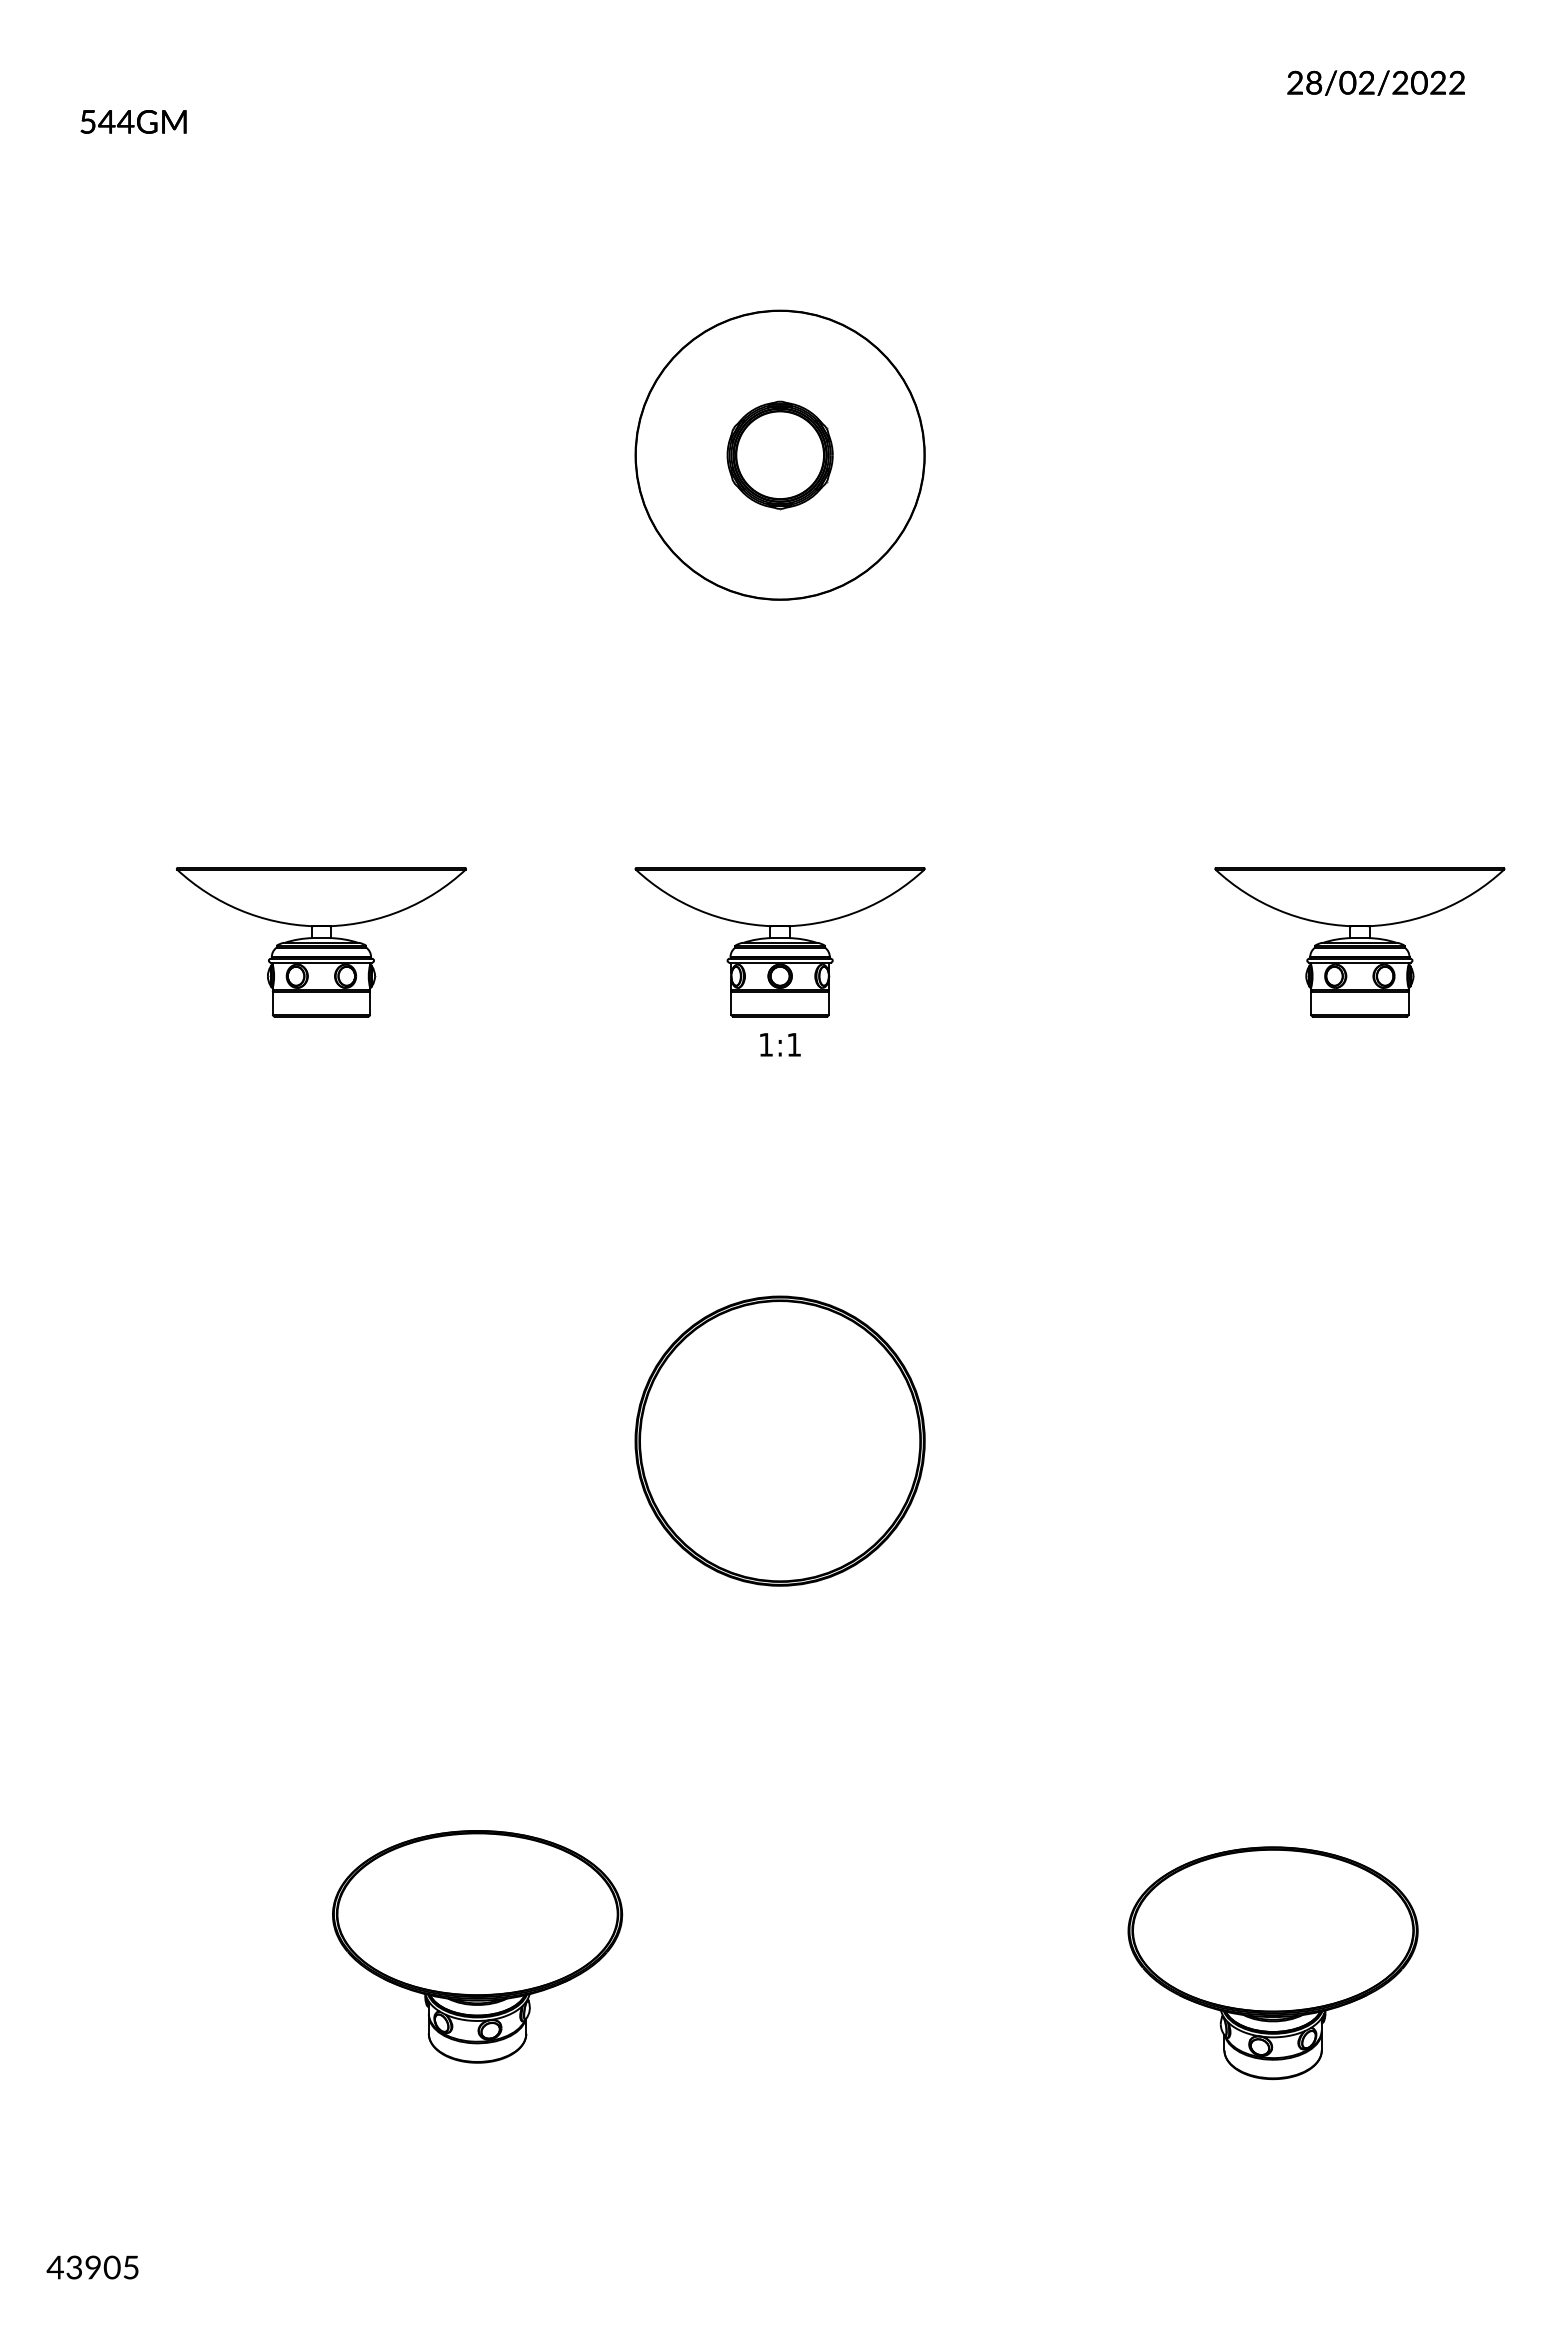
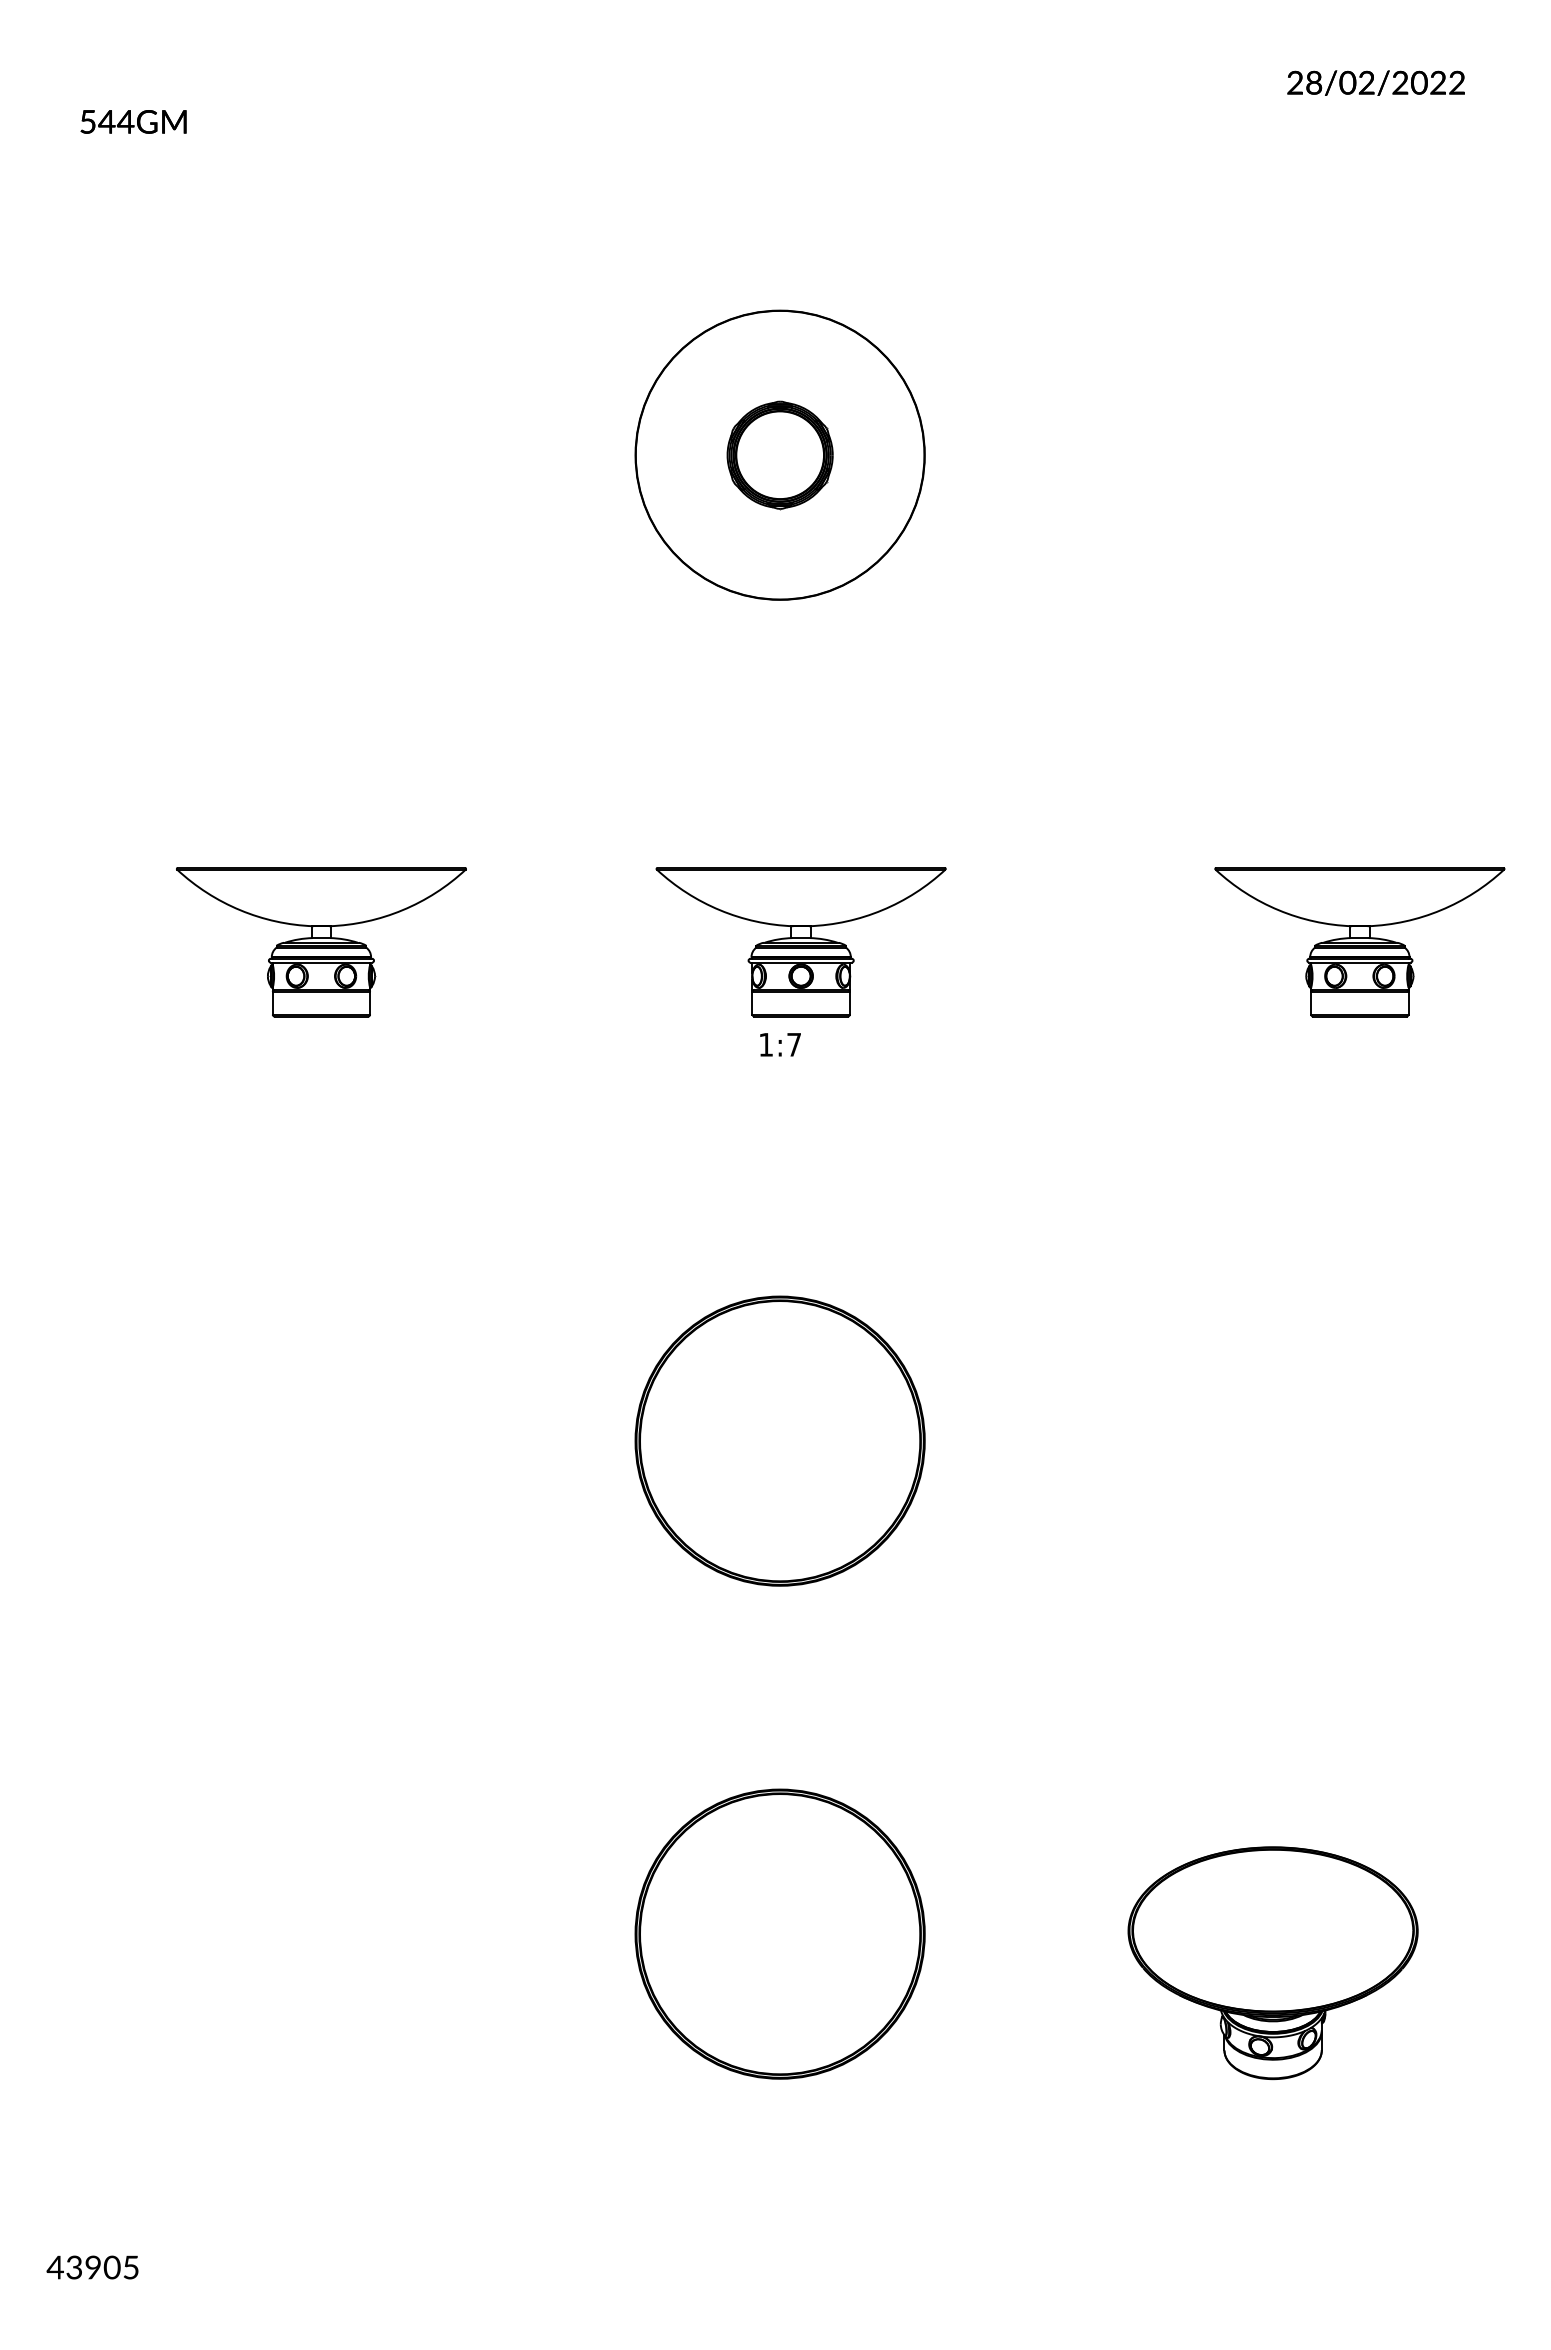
part at (779, 942) position: (779, 942) -> (800, 942)
text at (793, 1044): 1:1 -> 1:7
part at (779, 1933): none -> present
part at (477, 1946): present -> none
